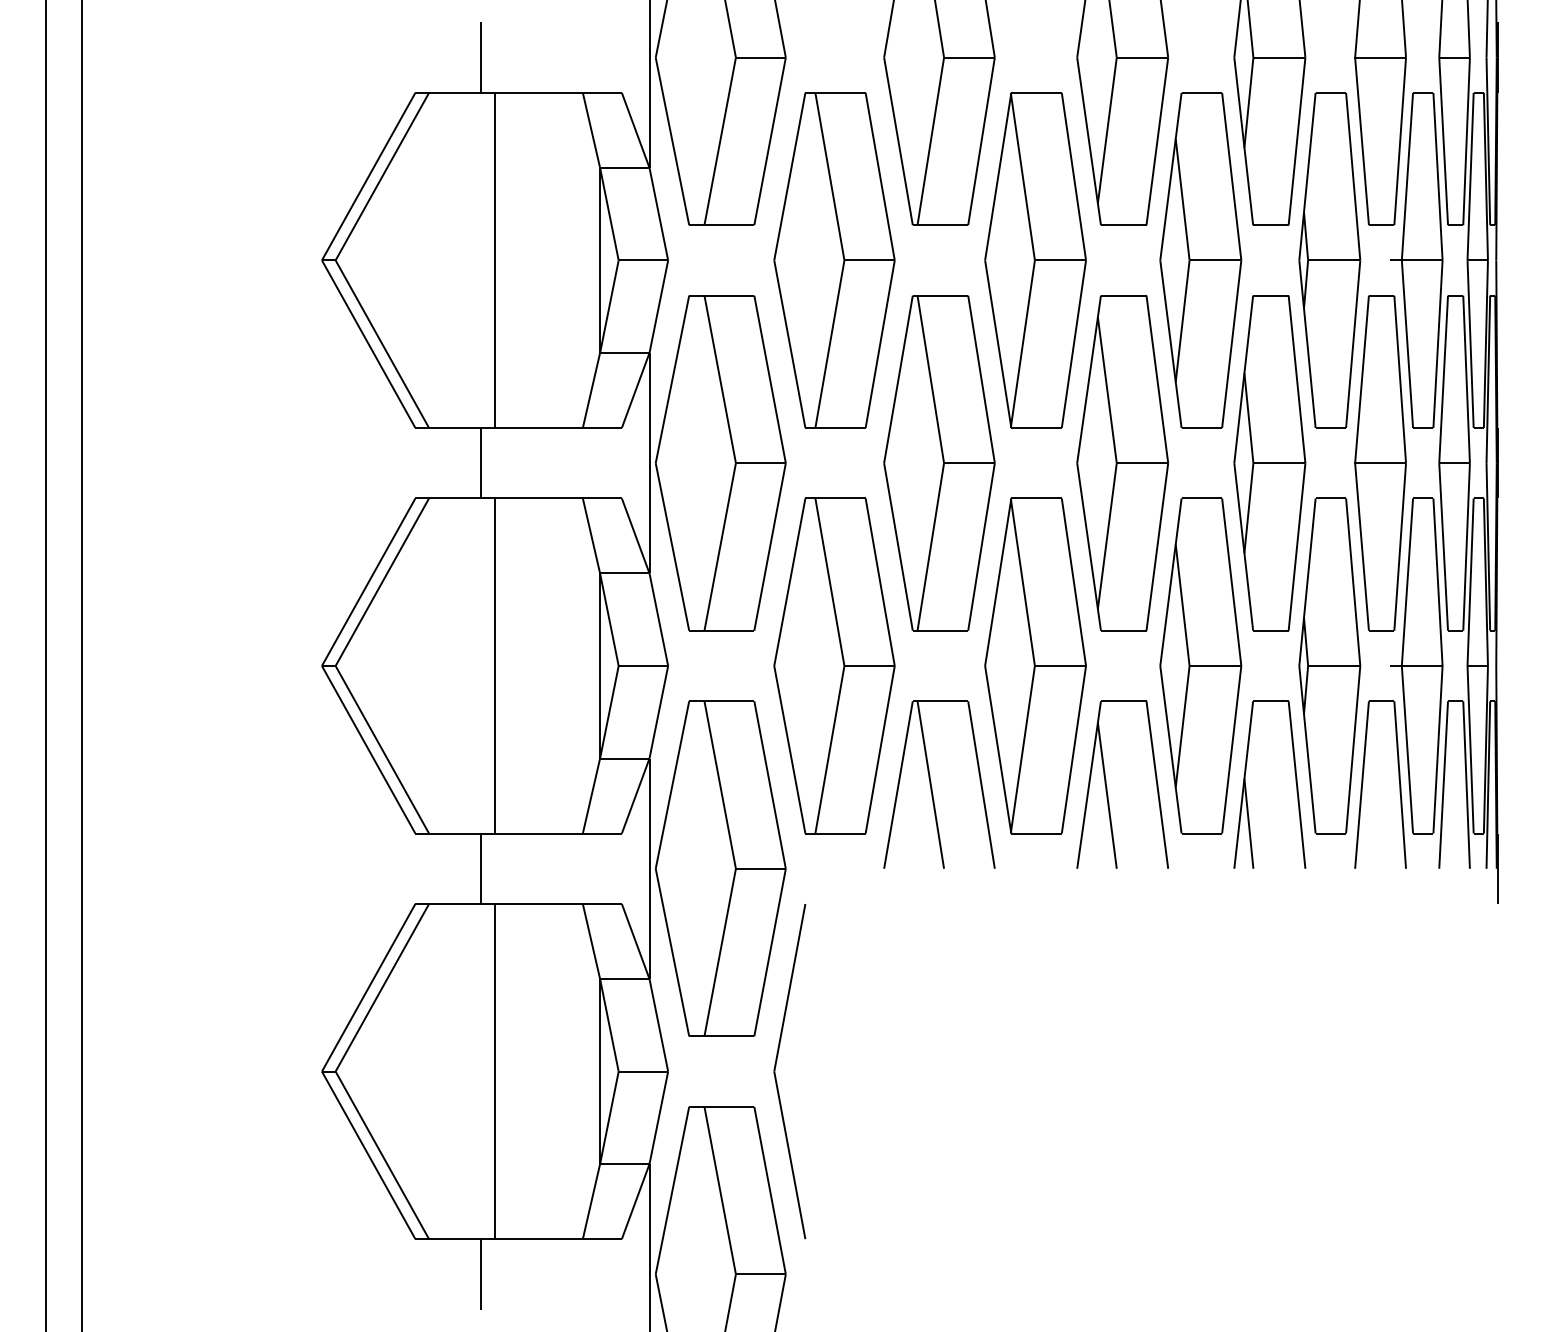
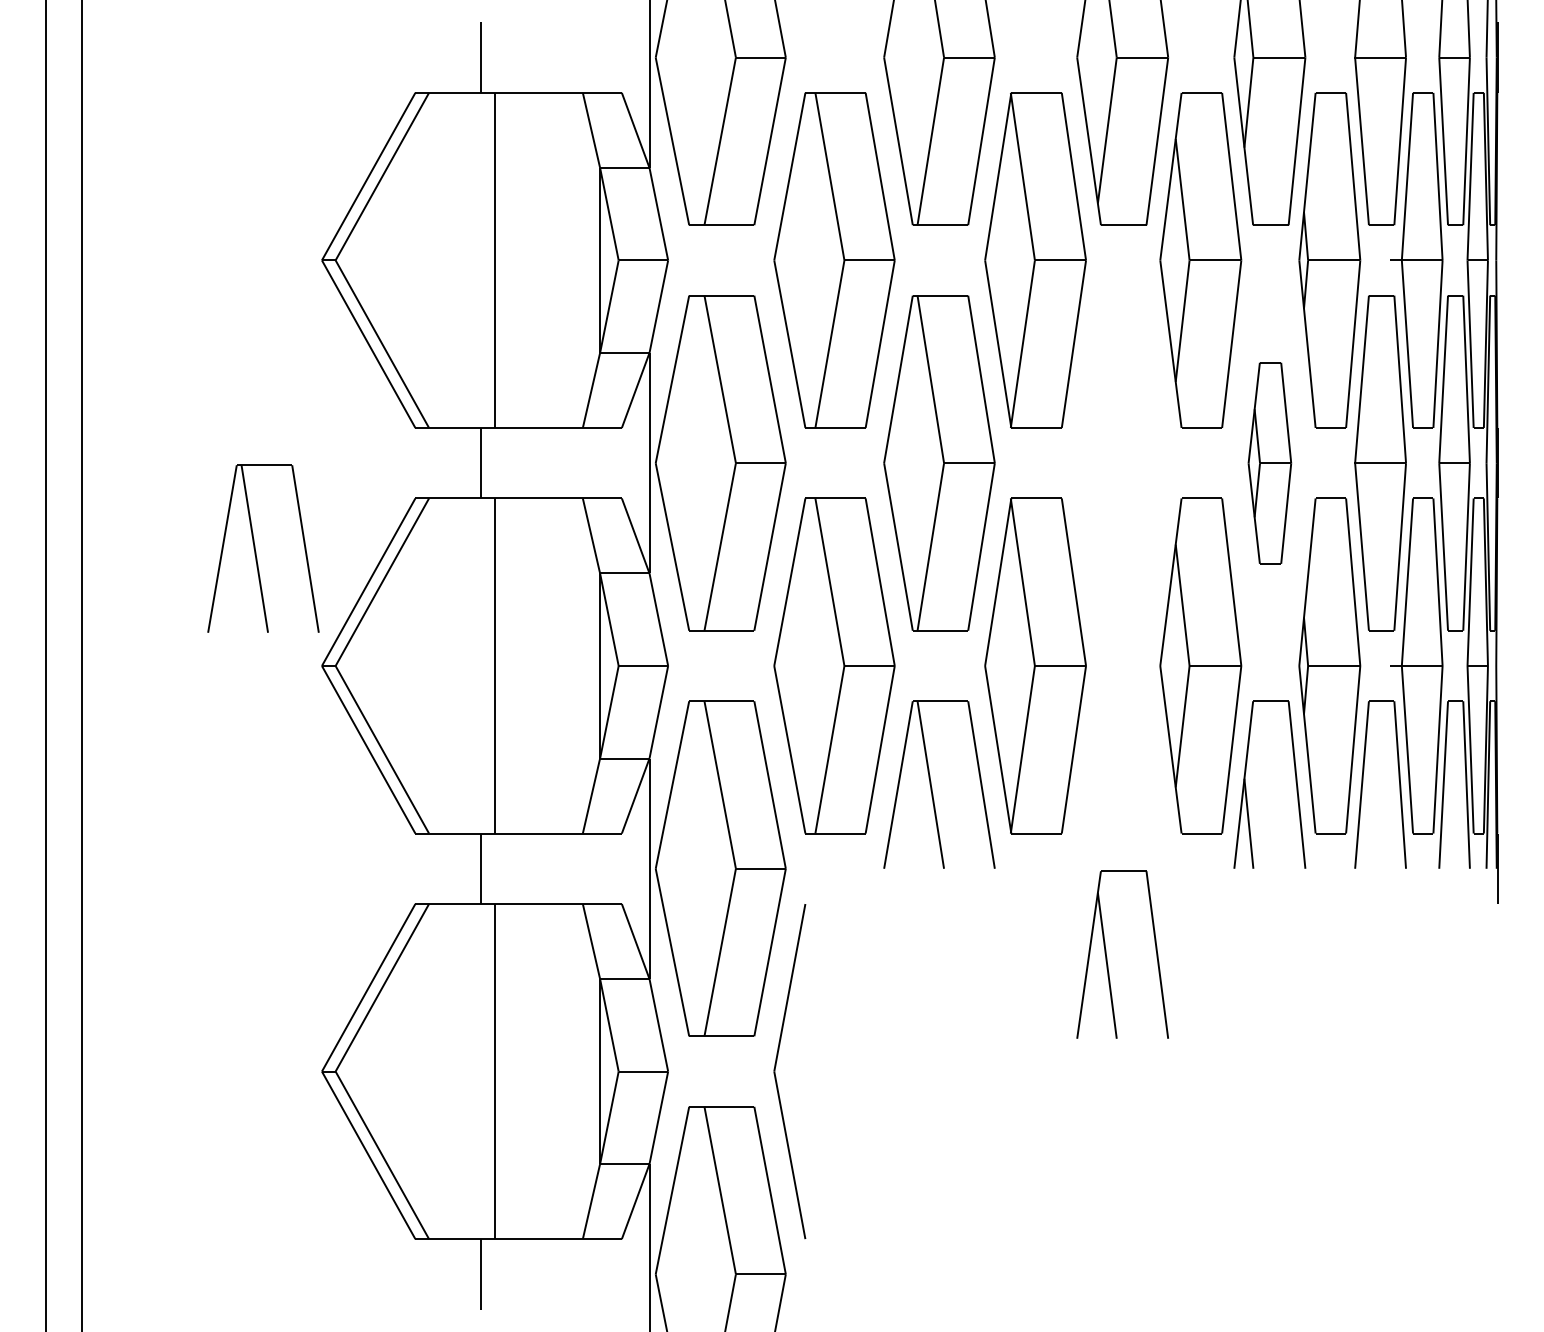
part at (1122, 463): present -> none
part at (1269, 463) size: 74x337 px -> 46x203 px
part at (256, 551): none -> present
part at (1107, 787) position: (1107, 787) -> (1107, 957)
